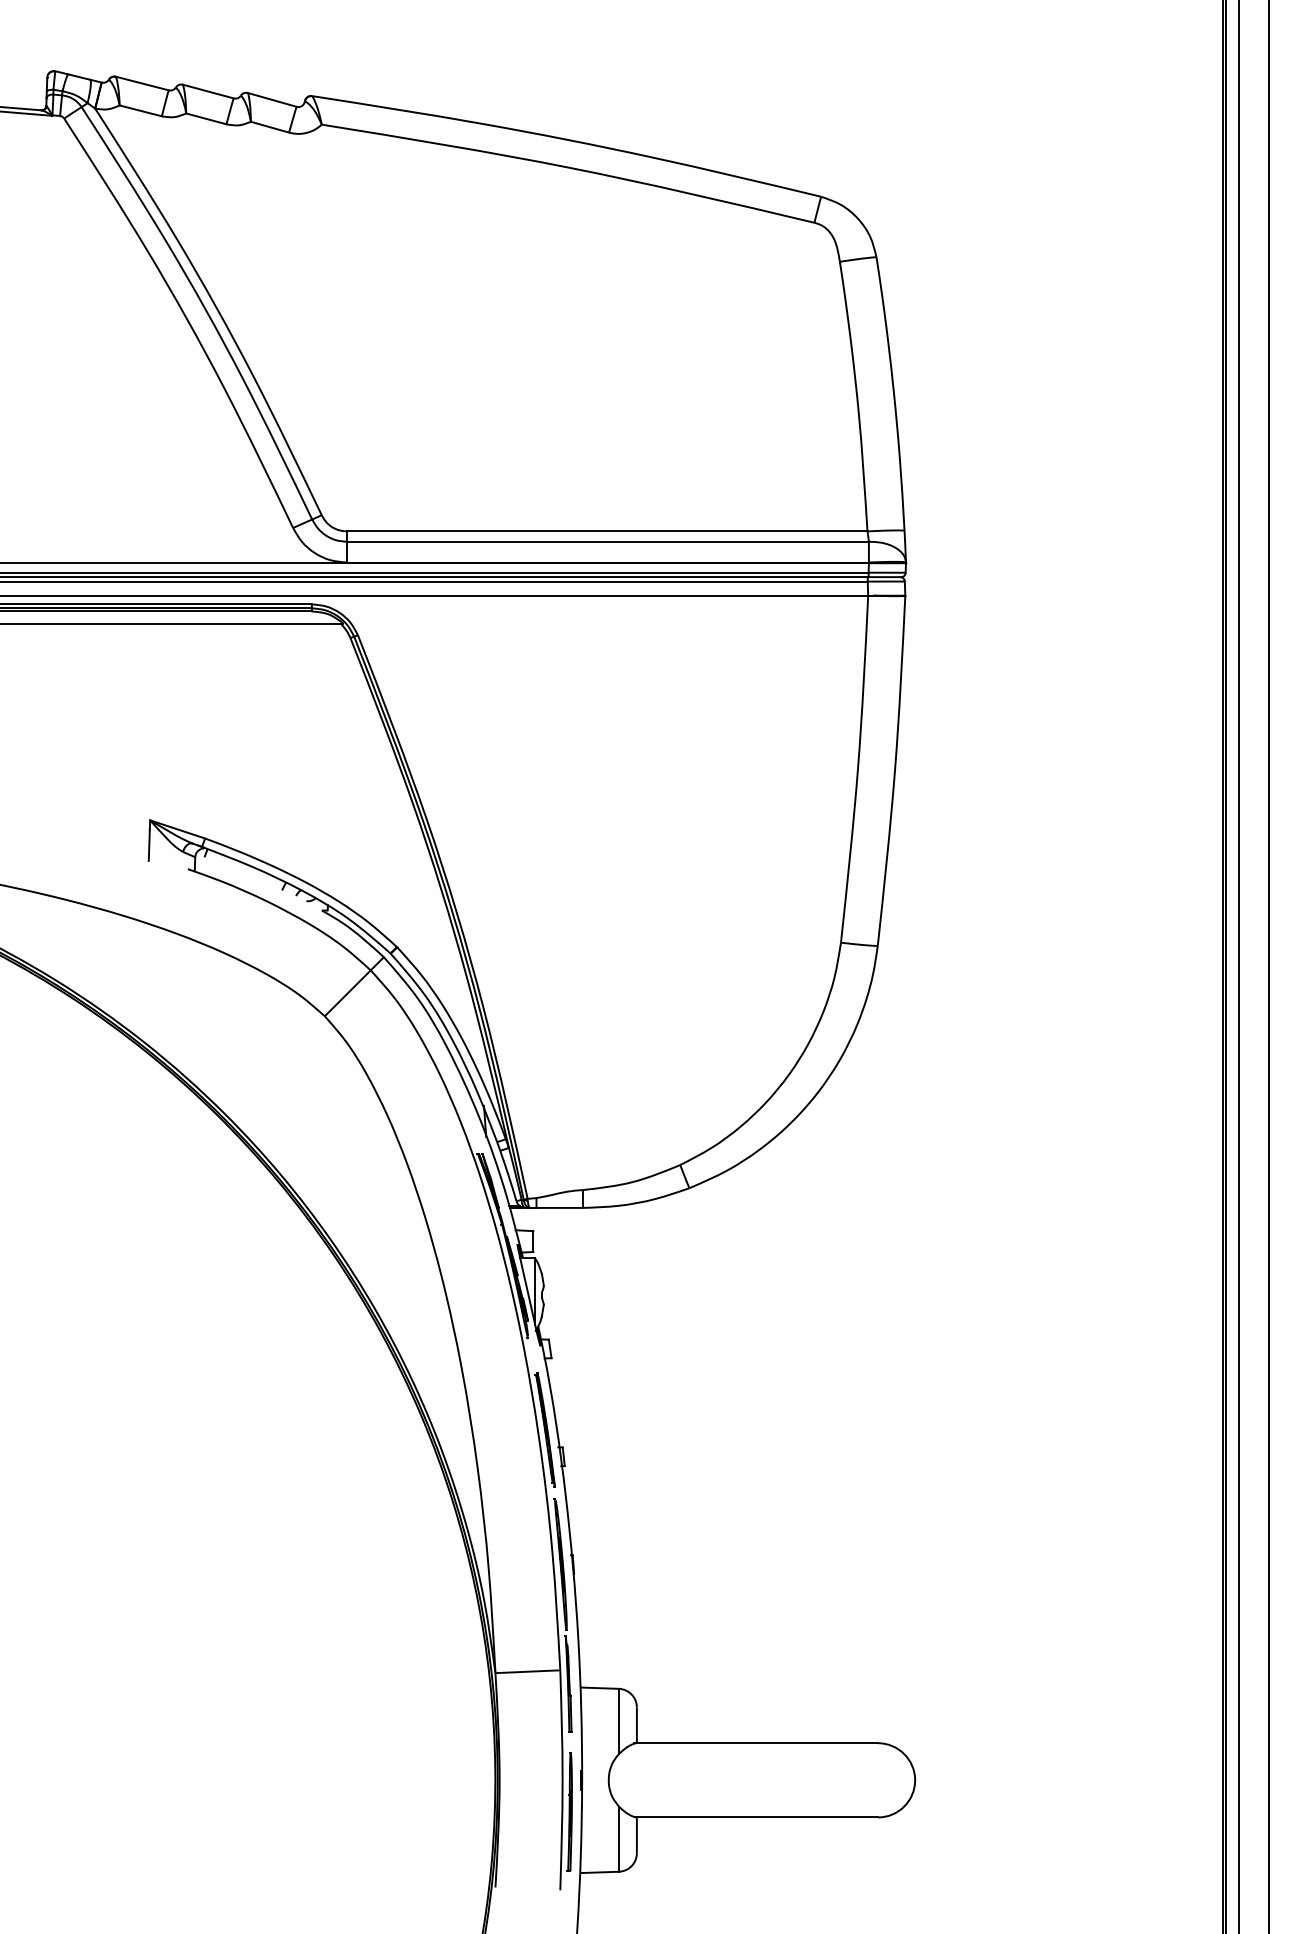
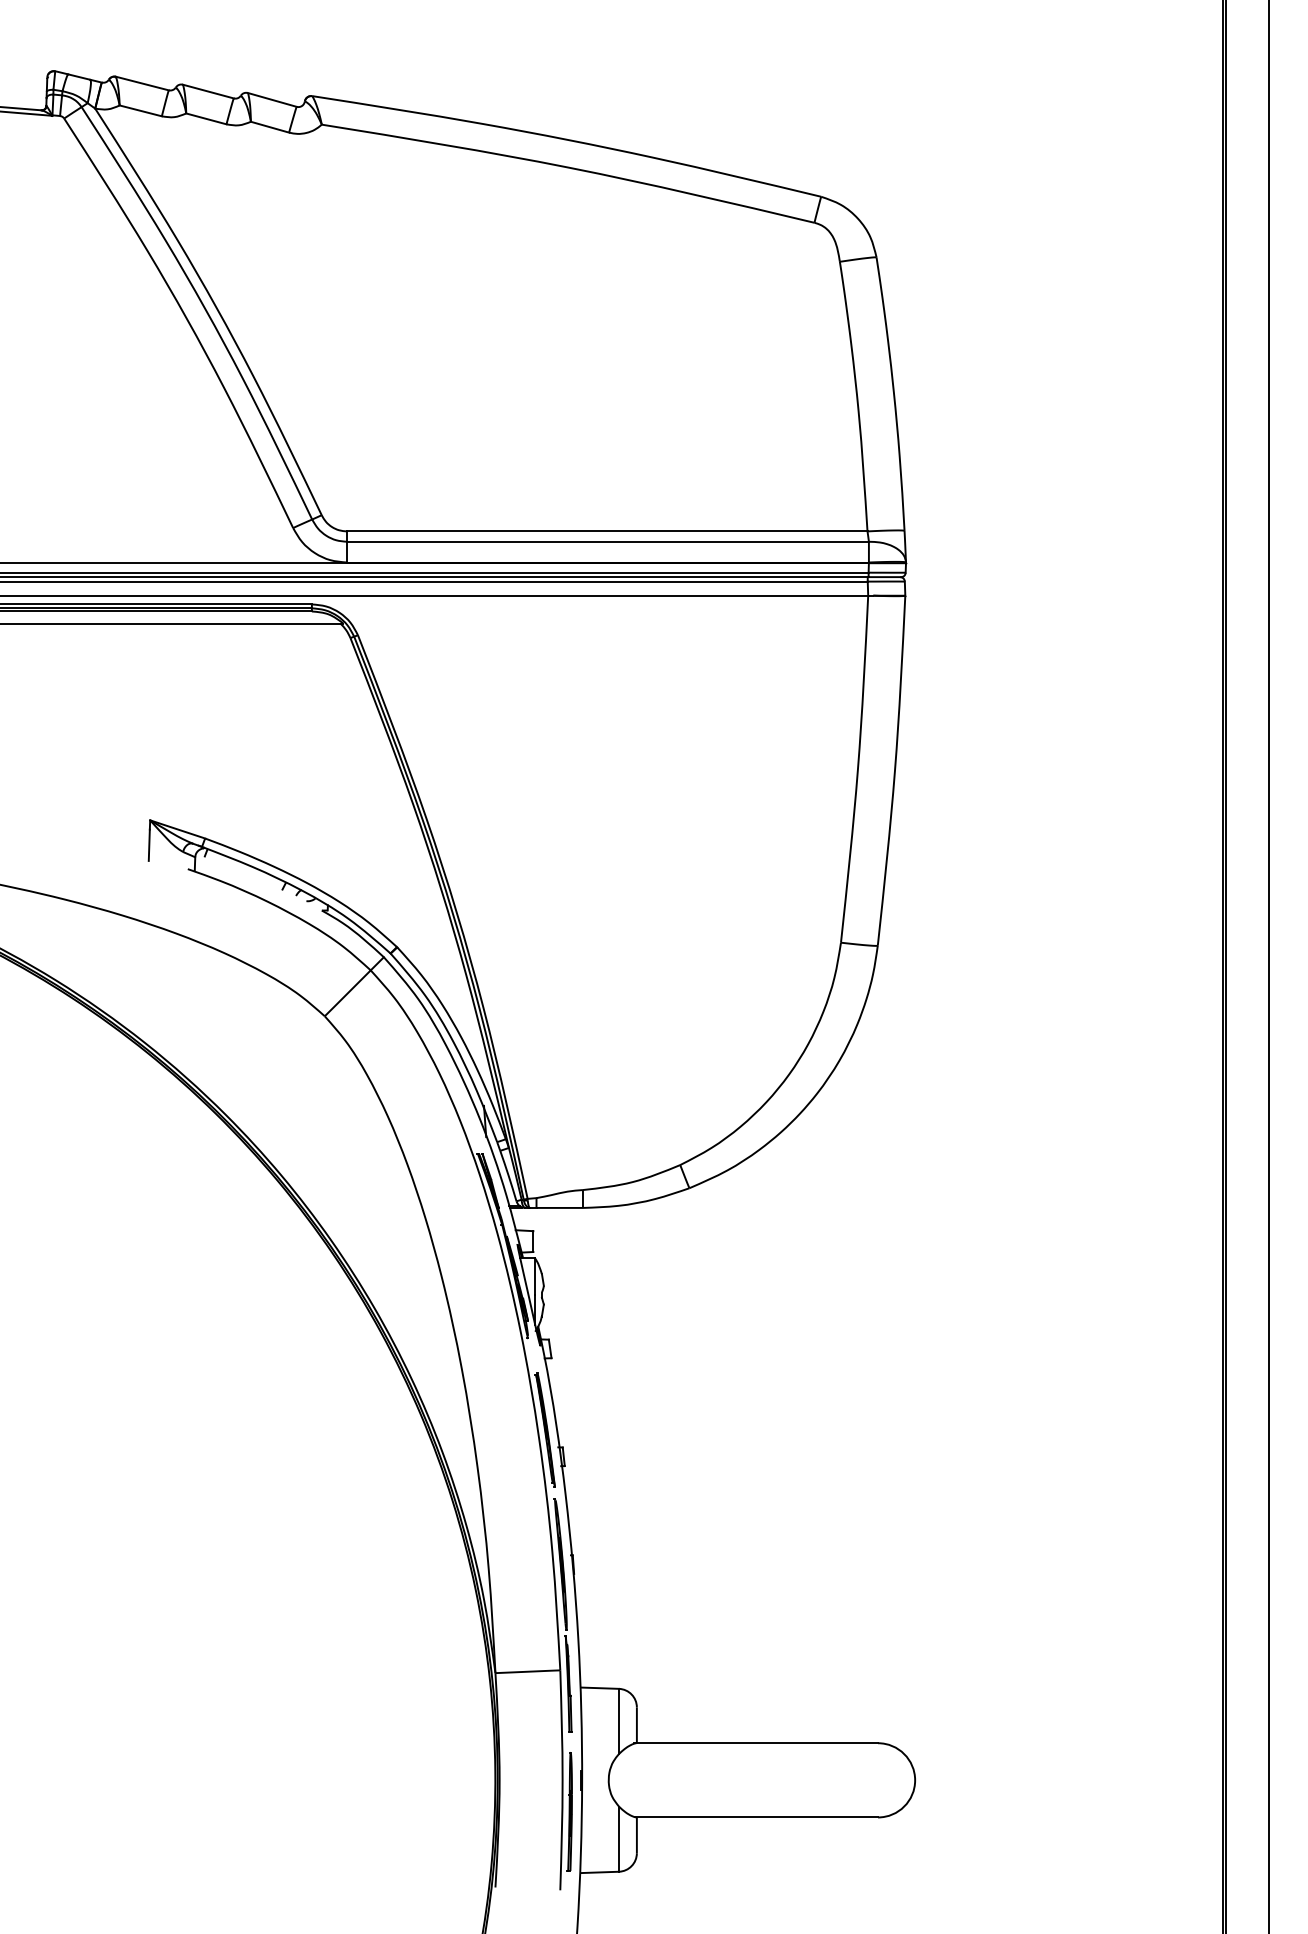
line at (1239, 966): present -> none
